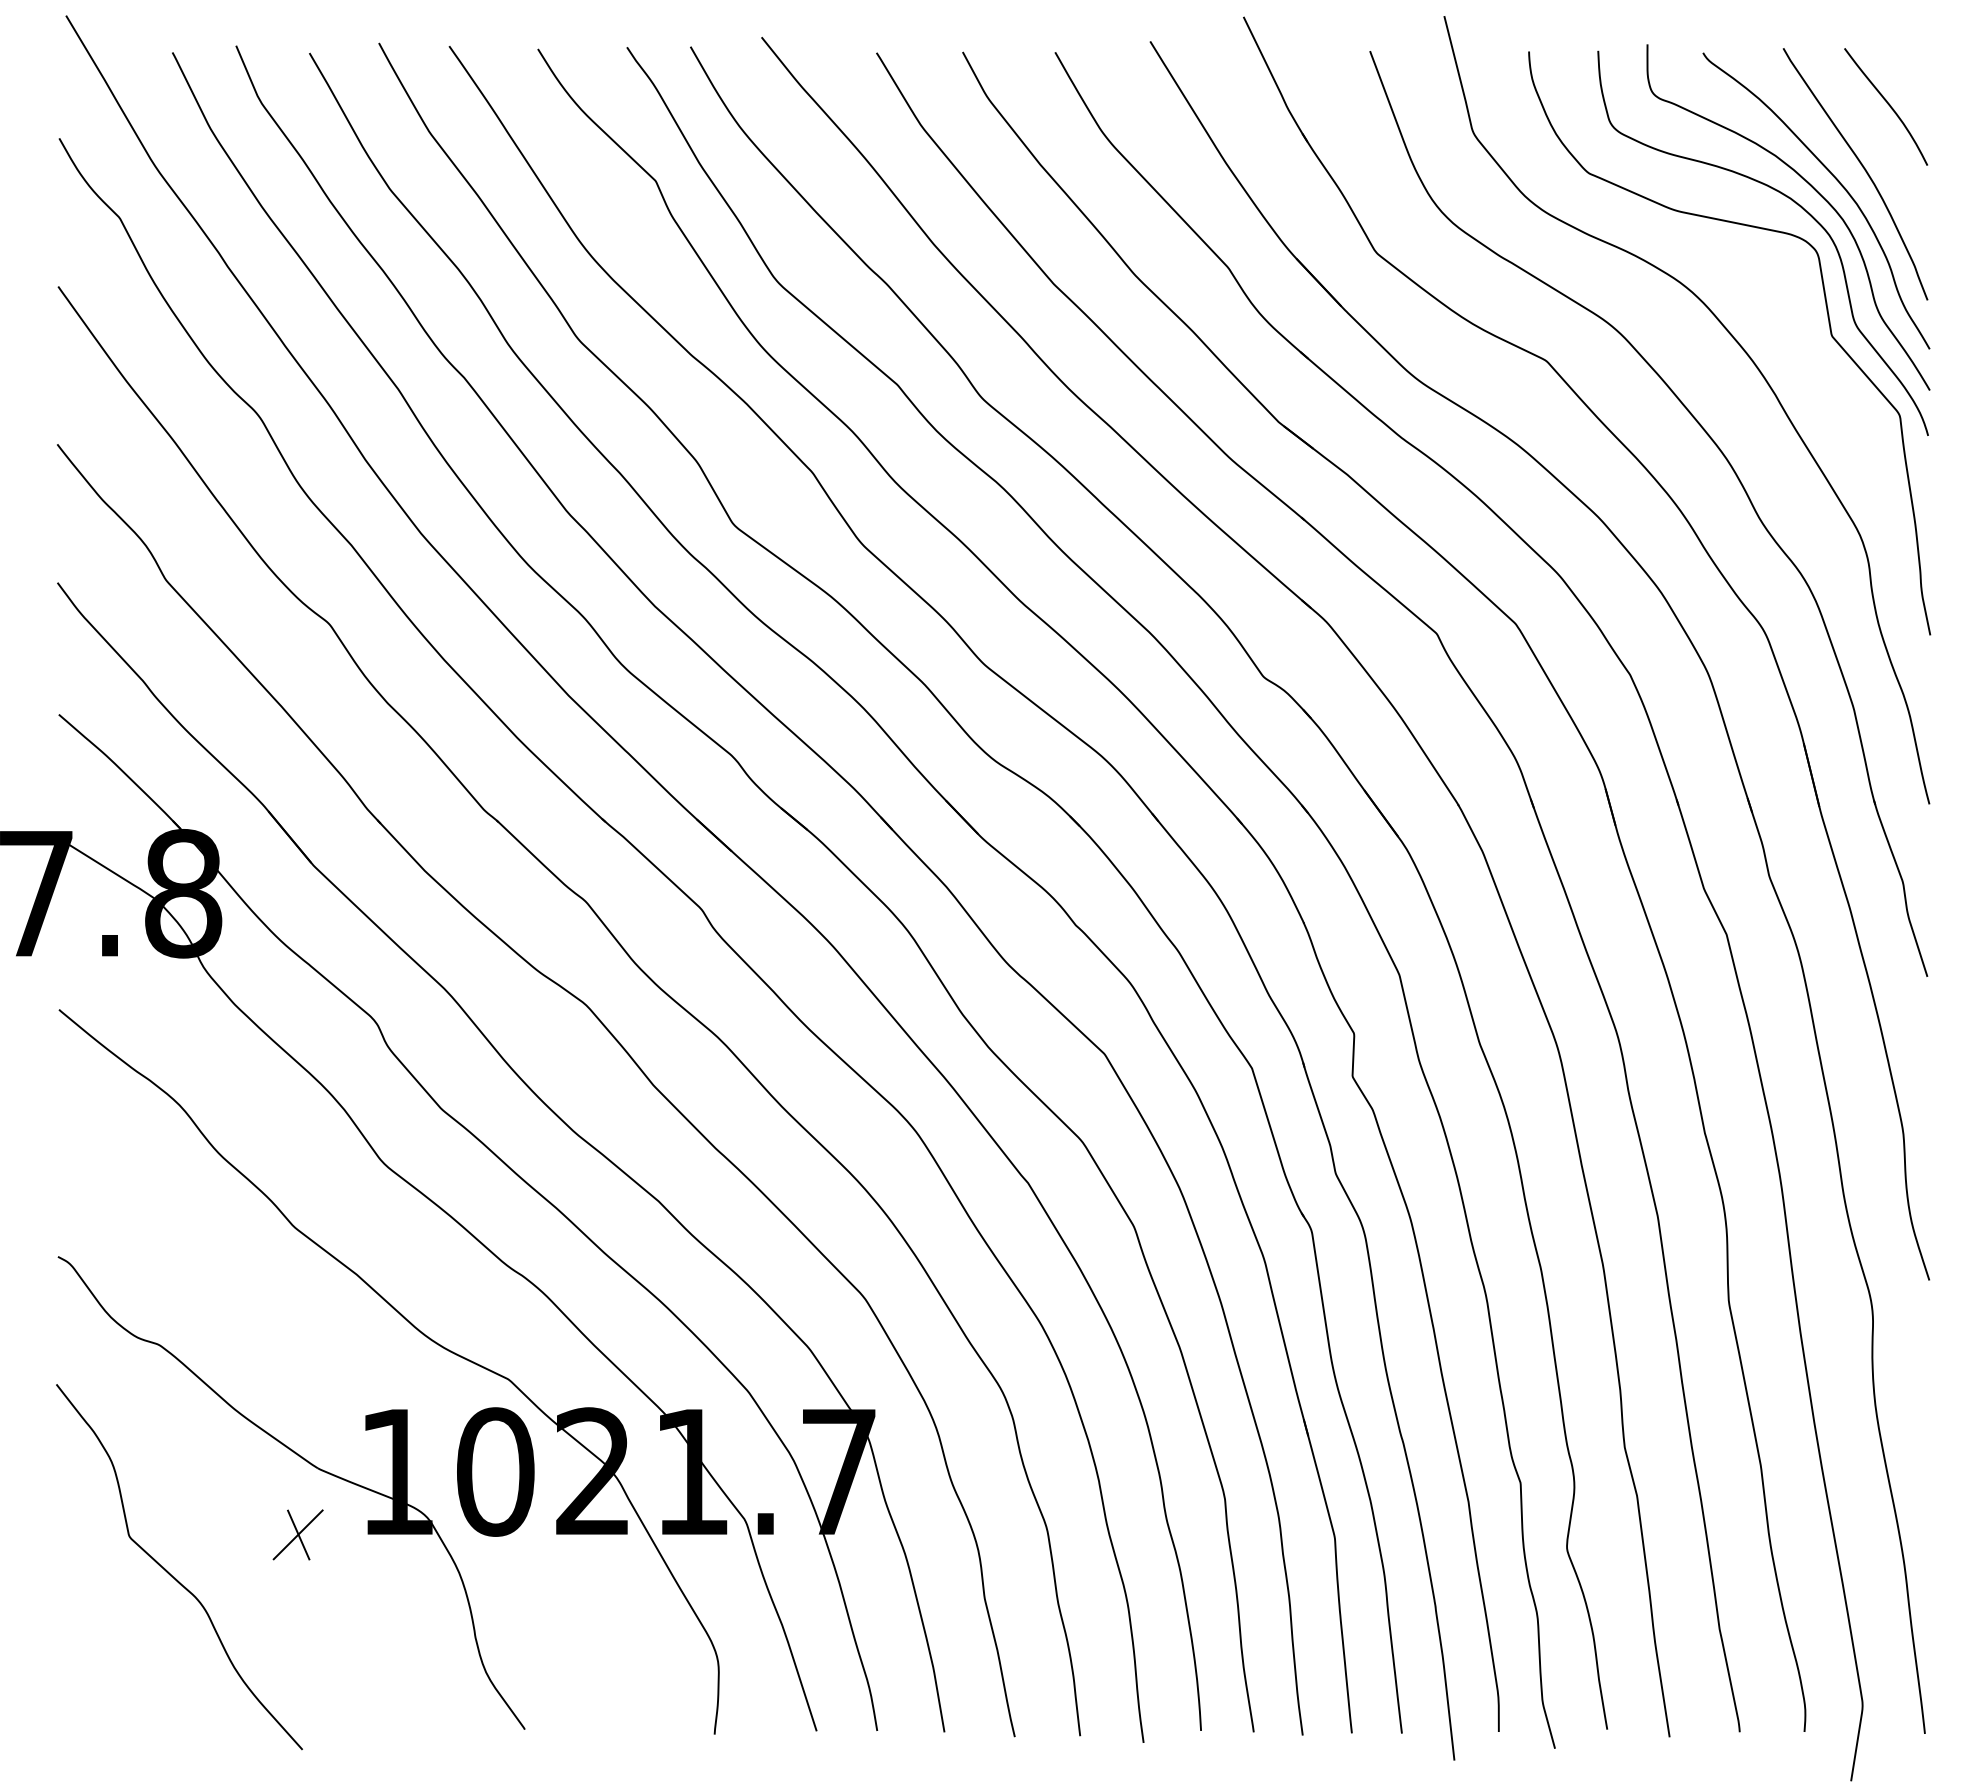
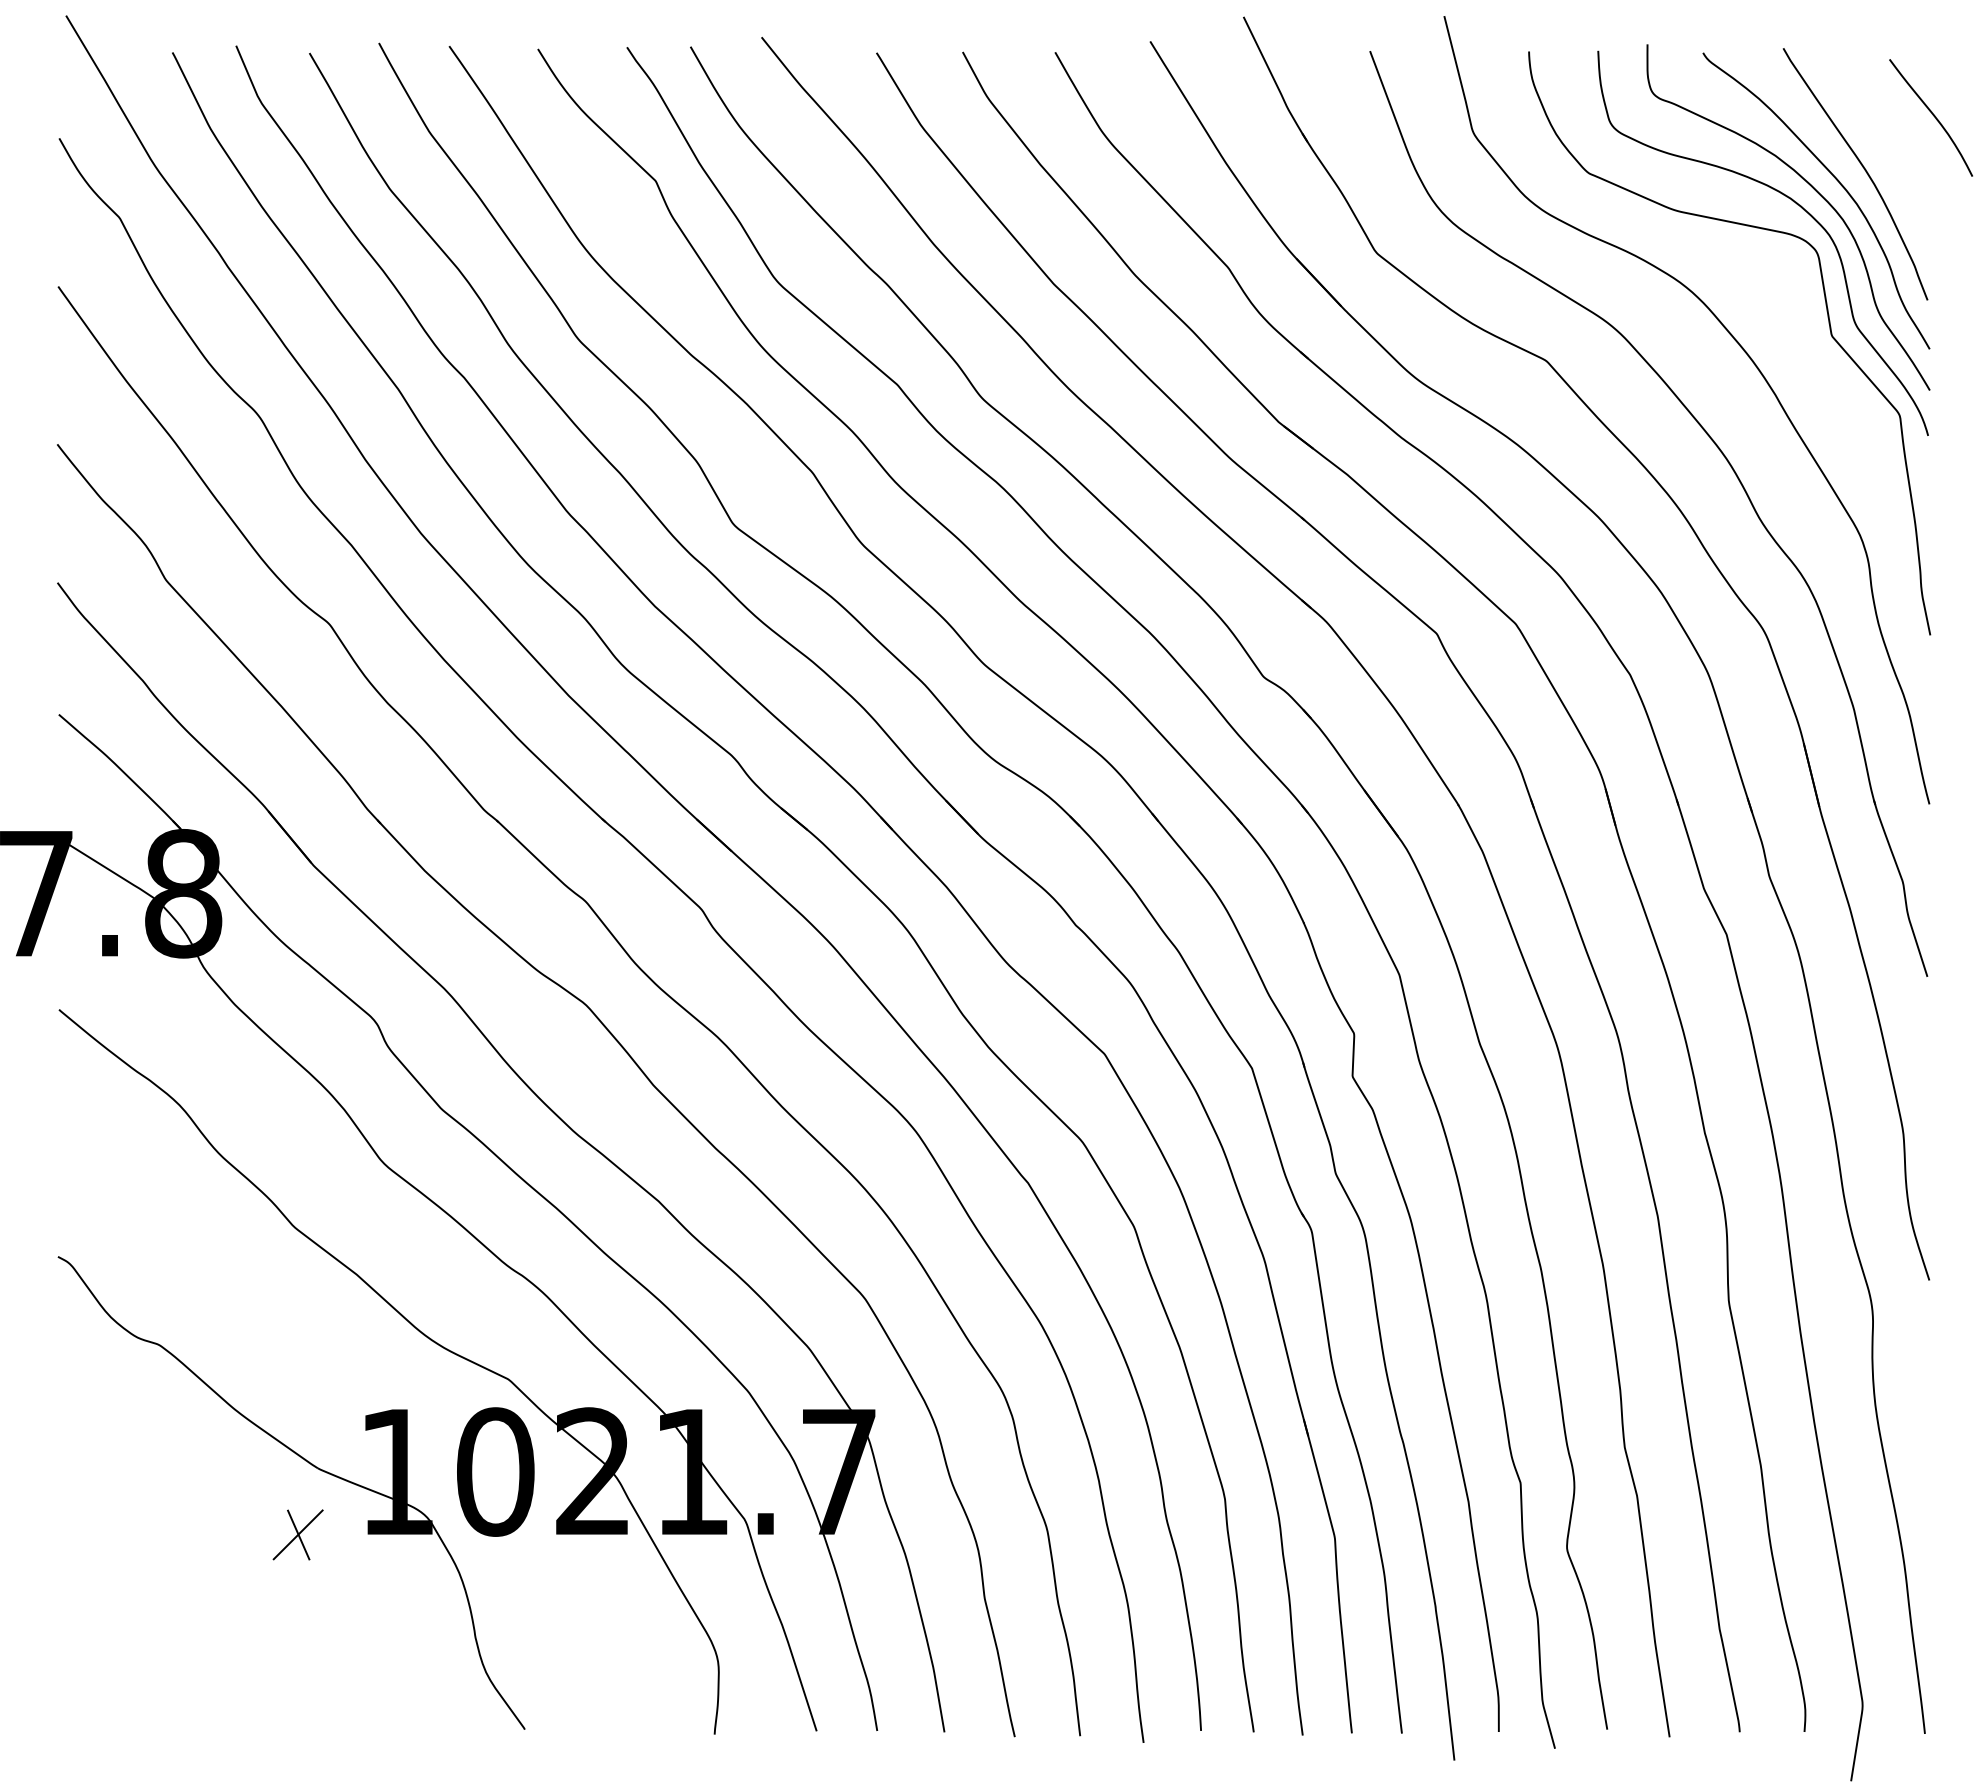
curve at (1887, 104) position: (1887, 104) -> (1932, 115)
curve at (171, 1574): present -> none
